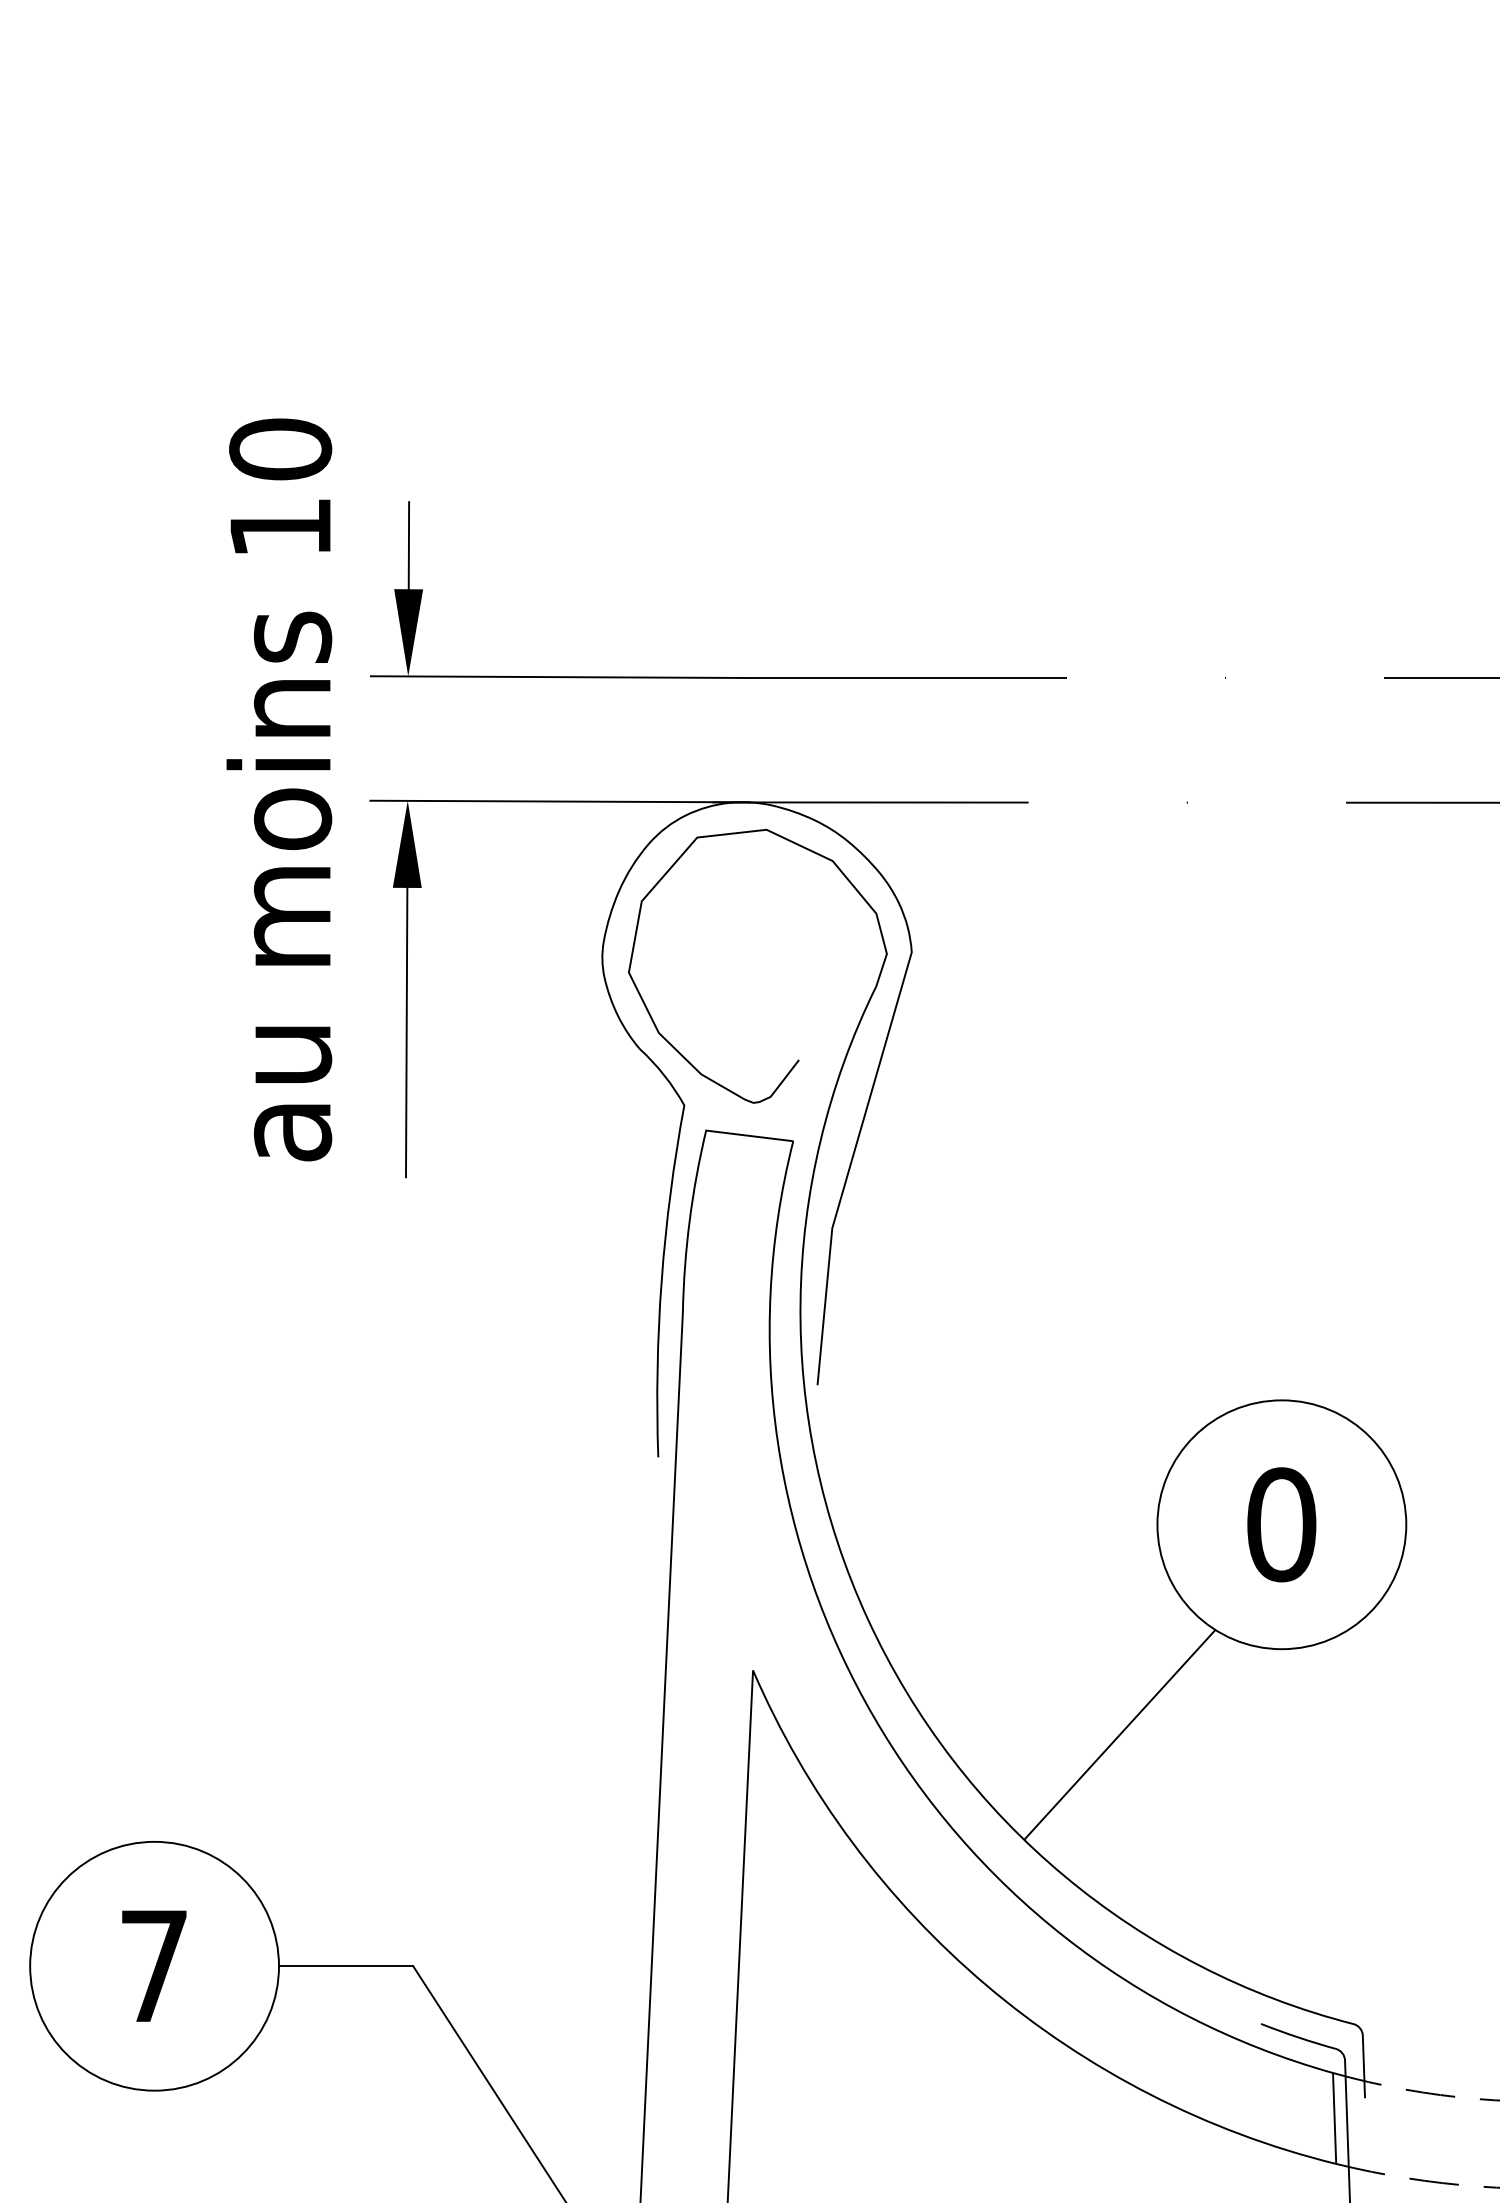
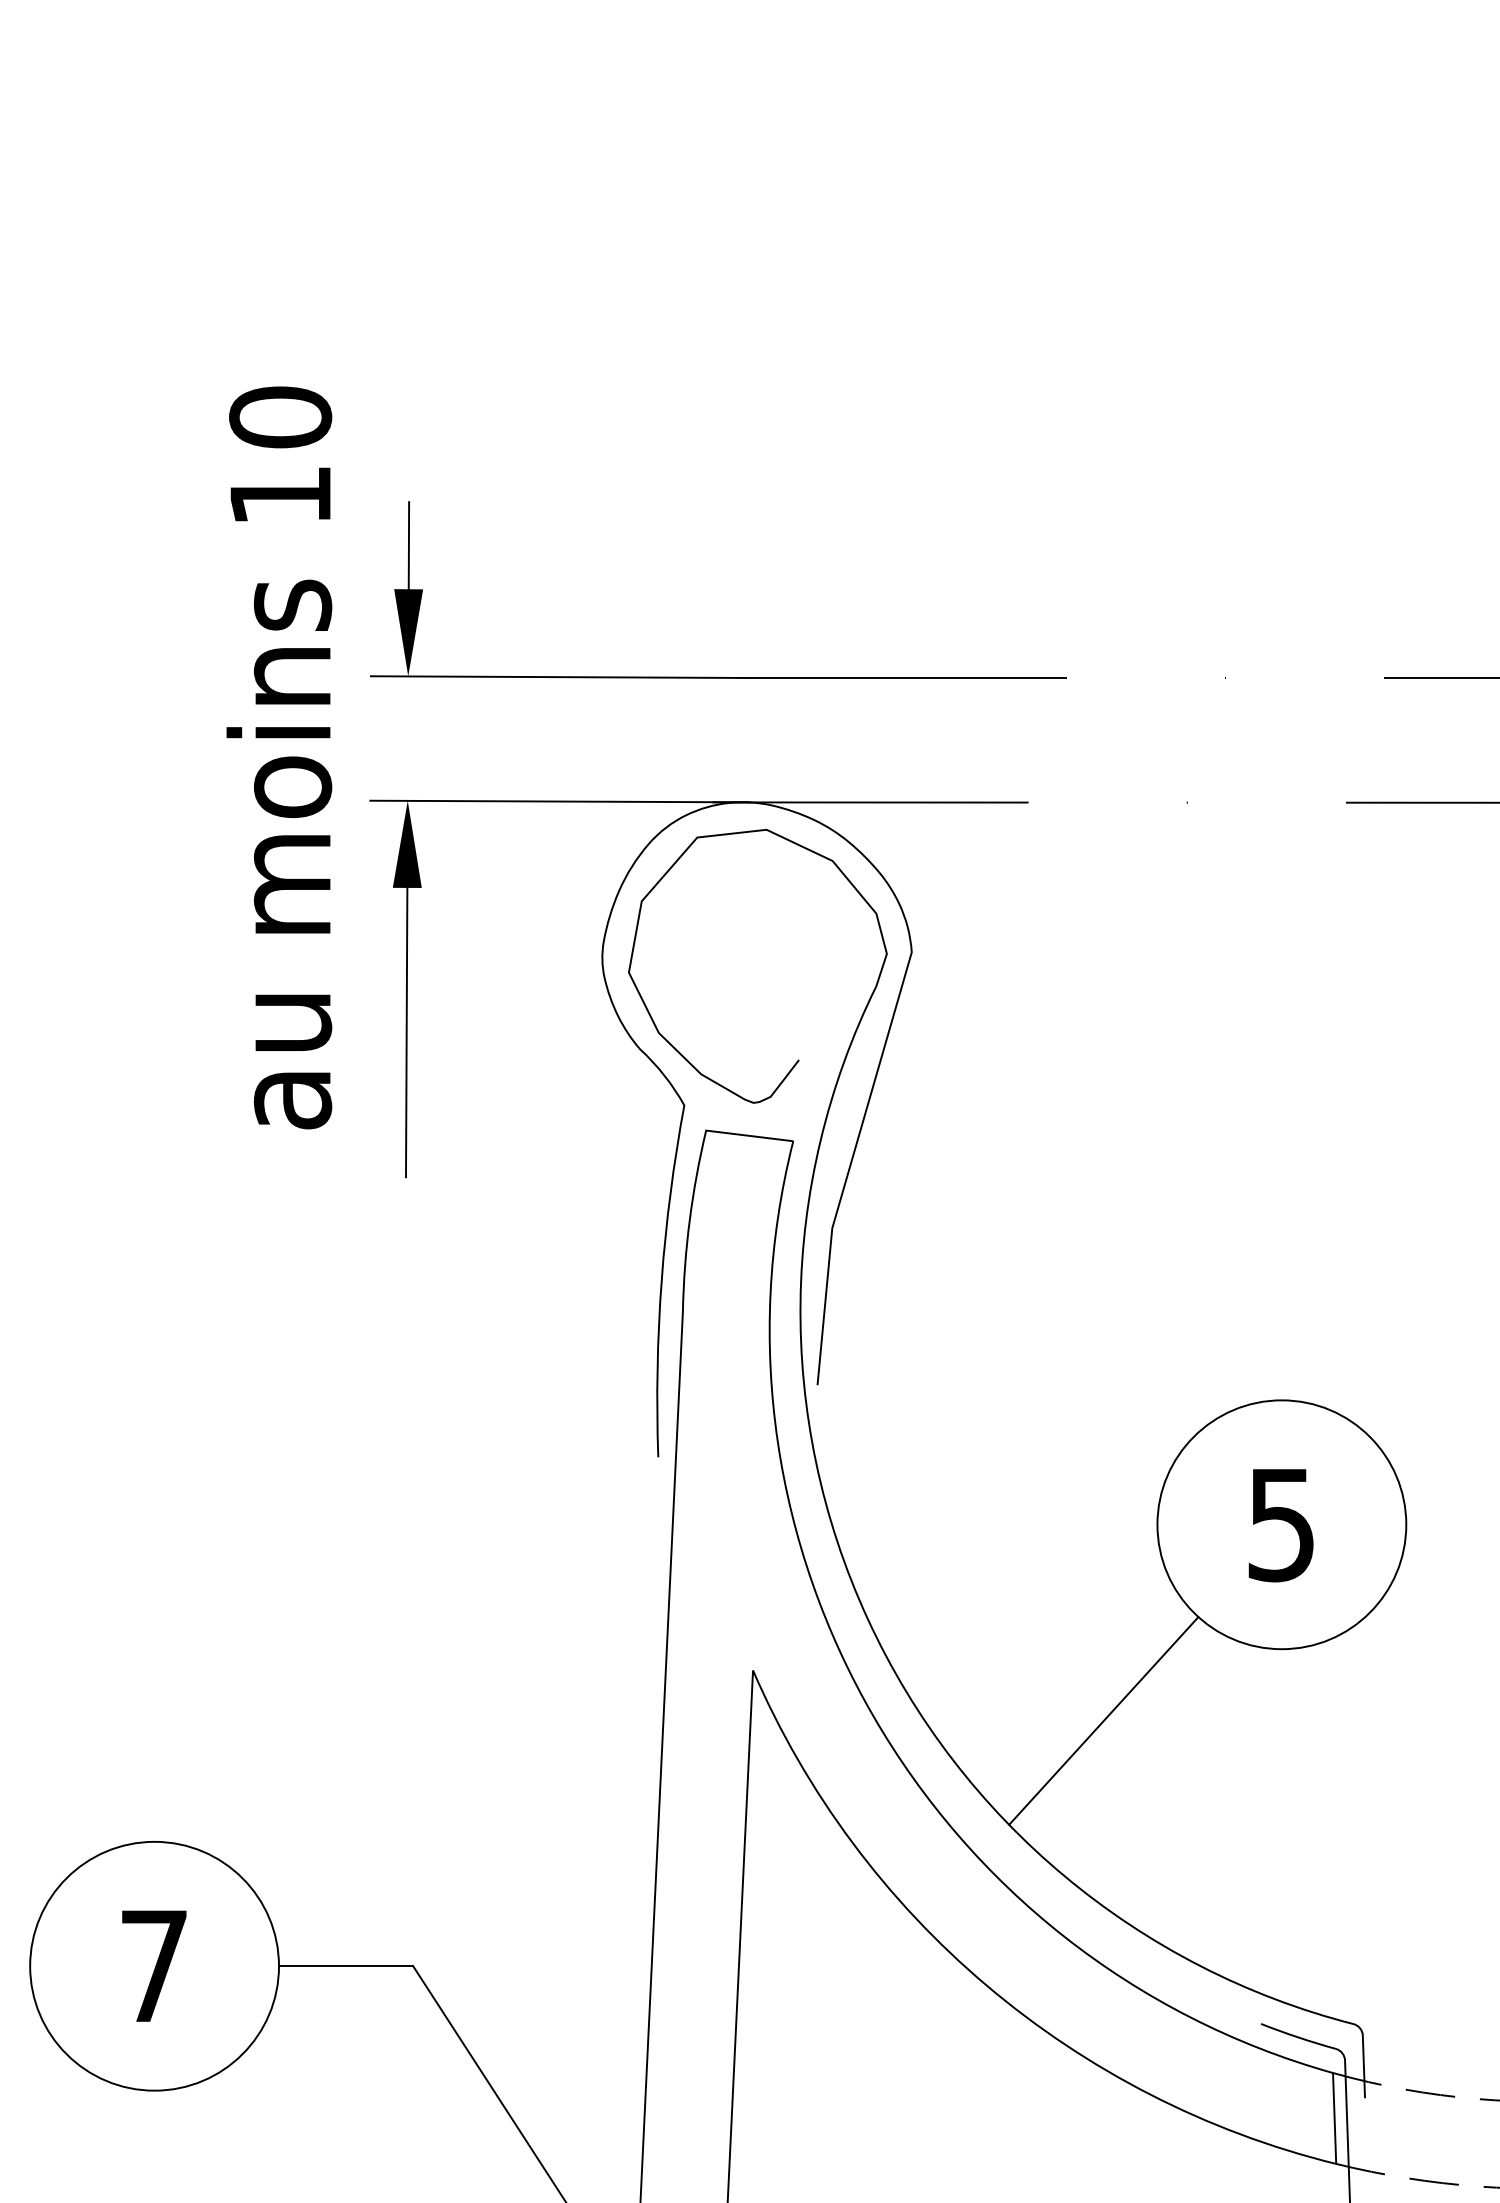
text at (279, 789) position: (279, 789) -> (279, 757)
text at (1281, 1524): 0 -> 5
line at (1119, 1734) position: (1119, 1734) -> (1103, 1720)
